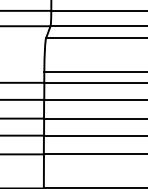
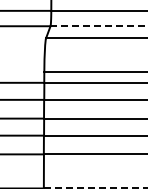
line at (98, 26): solid -> dashed
line at (95, 188): solid -> dashed
